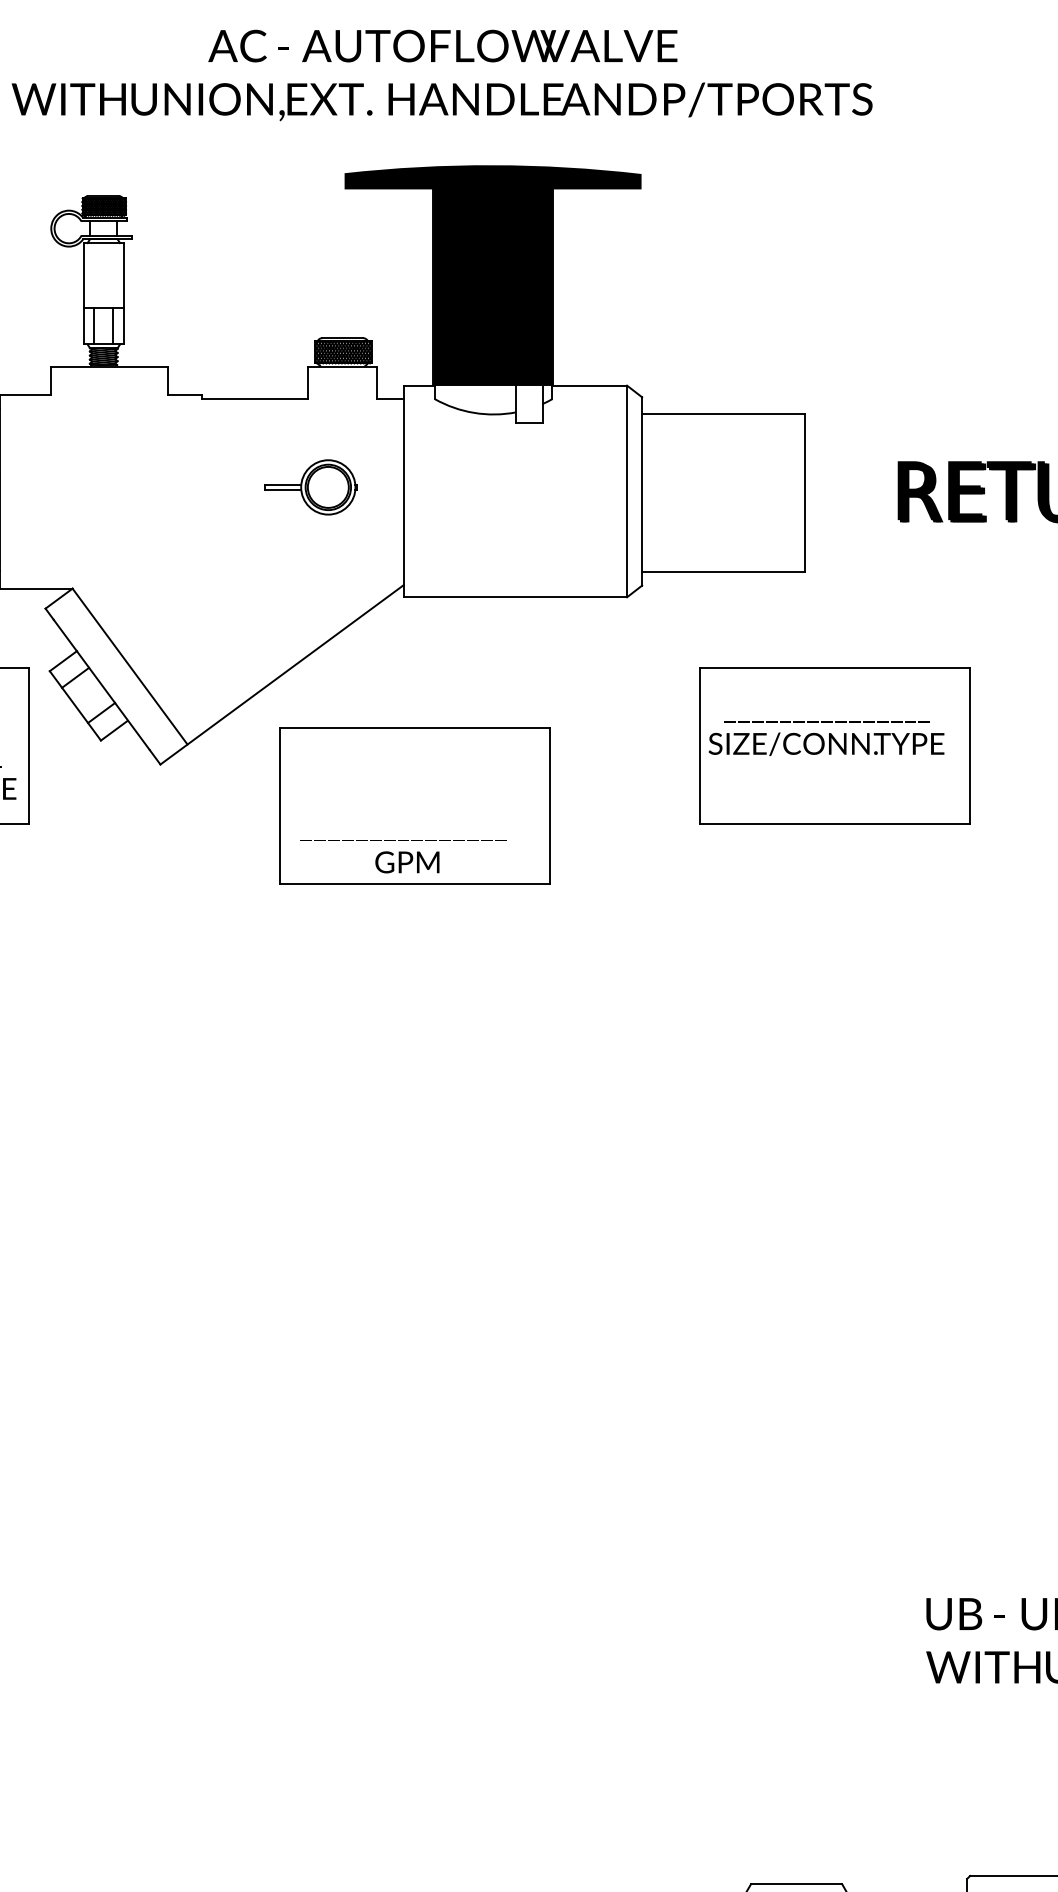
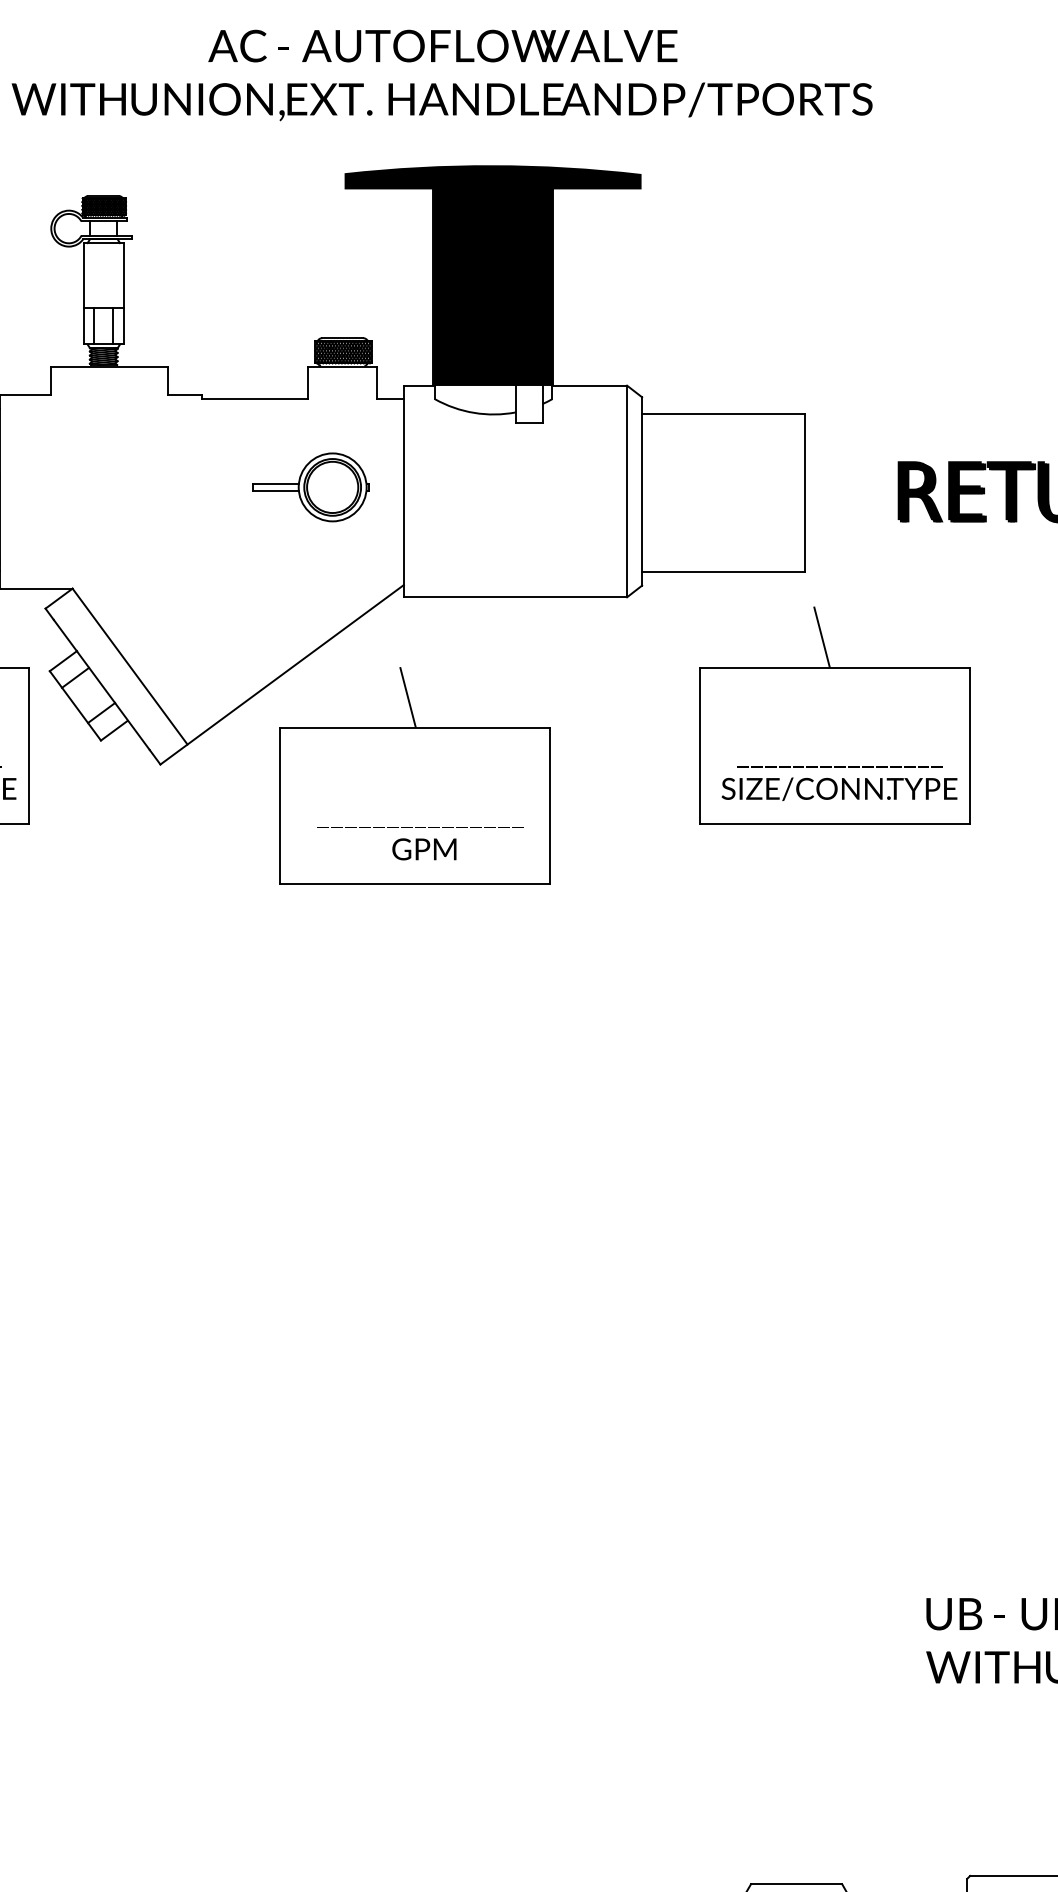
part at (310, 487) size: 94x57 px -> 118x71 px
line at (821, 636): none -> present
line at (407, 697): none -> present
text at (826, 738) position: (826, 738) -> (839, 783)
text at (403, 856) position: (403, 856) -> (420, 843)
